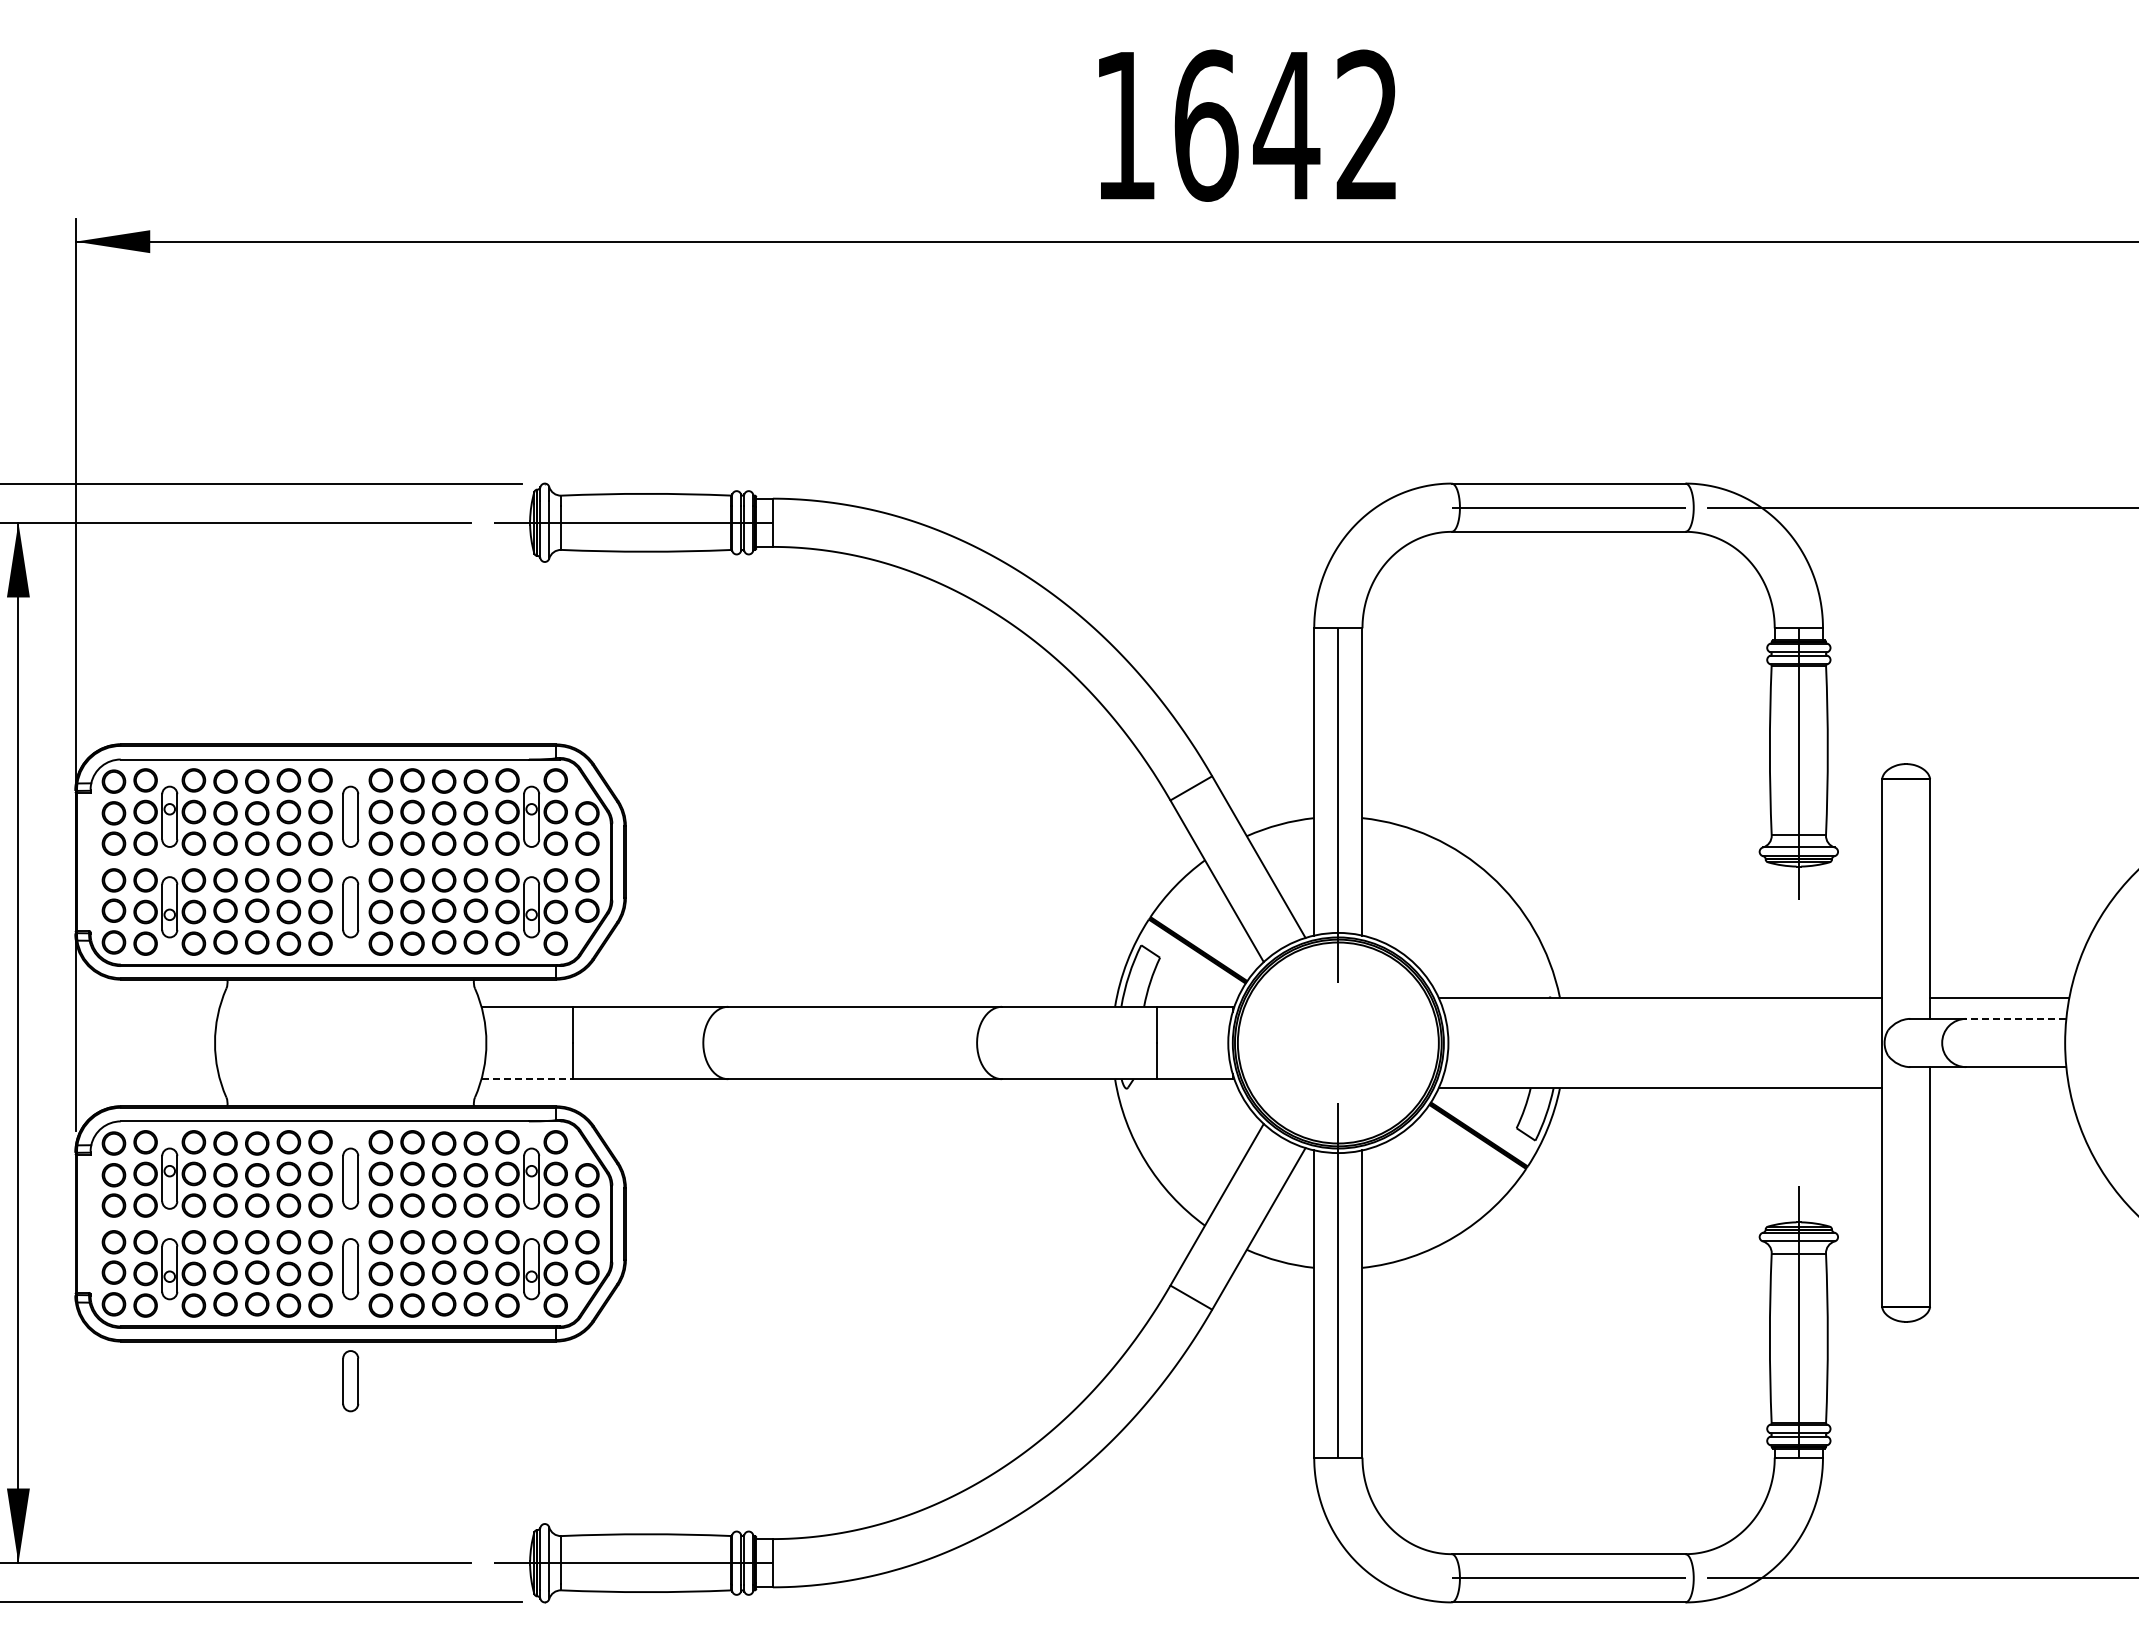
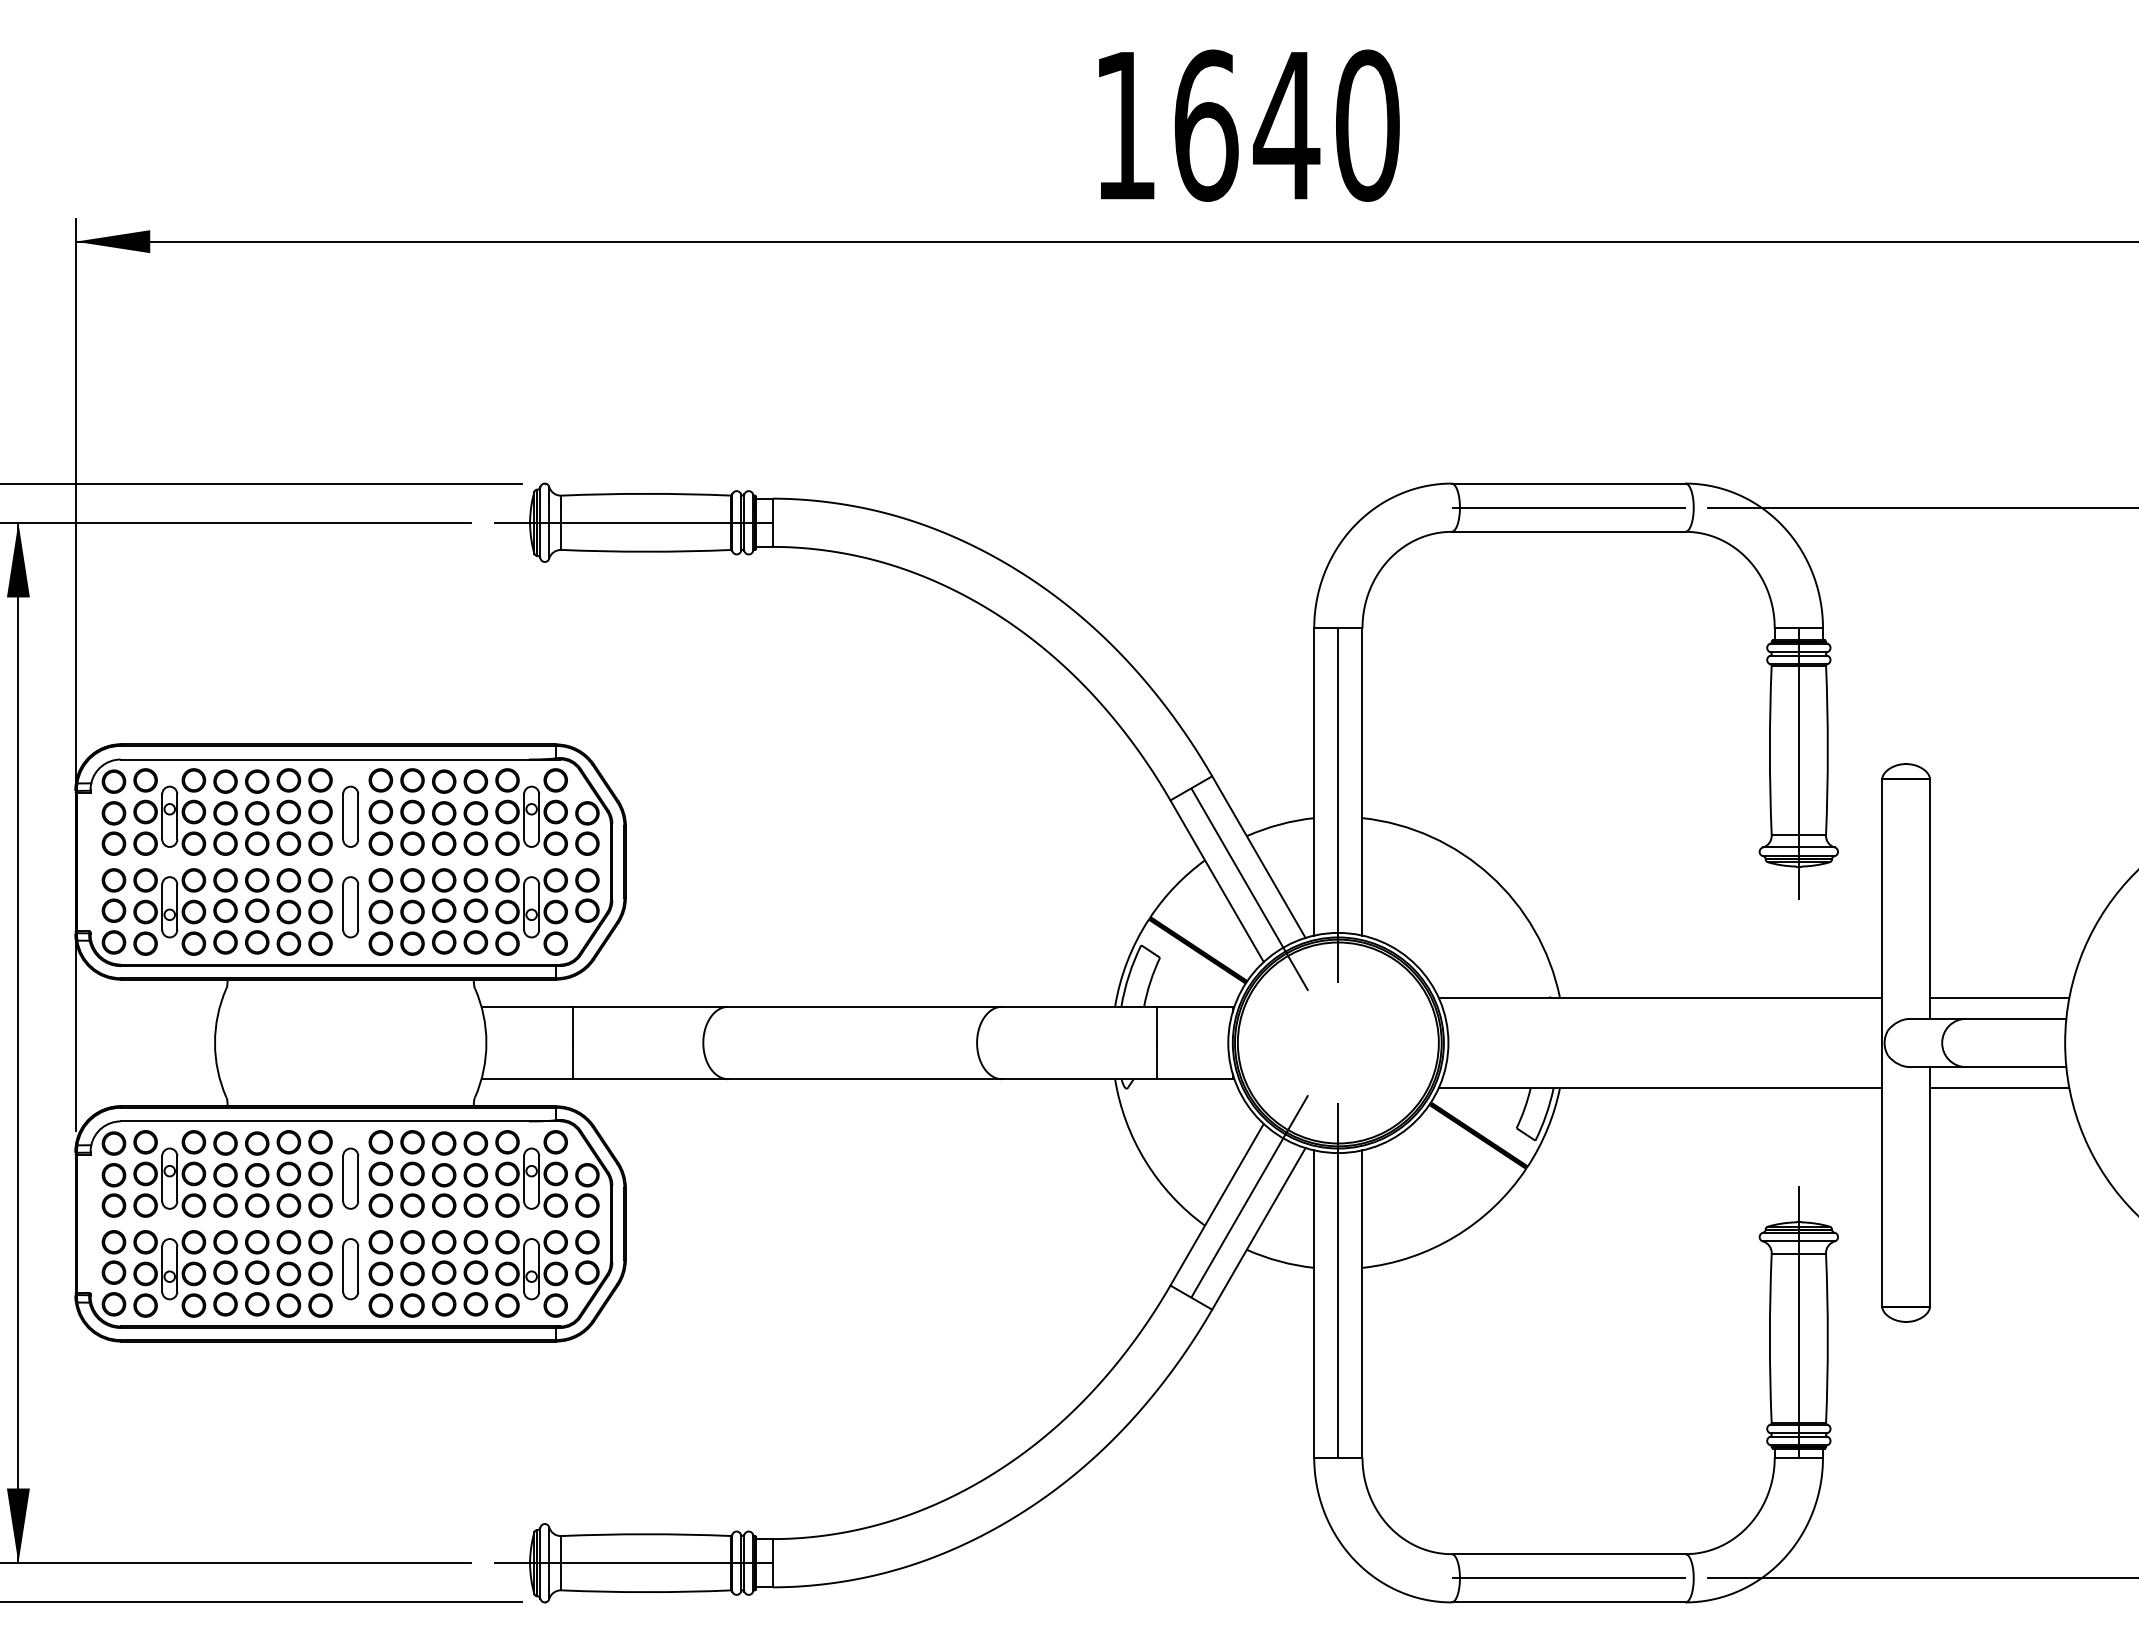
text at (1367, 125): 1642 -> 1640
line at (1249, 889): none -> present
line at (2015, 1018): dashed -> solid
line at (527, 1079): dashed -> solid
line at (1999, 1088): none -> present
line at (1249, 1196): none -> present
part at (350, 1381): present -> none
